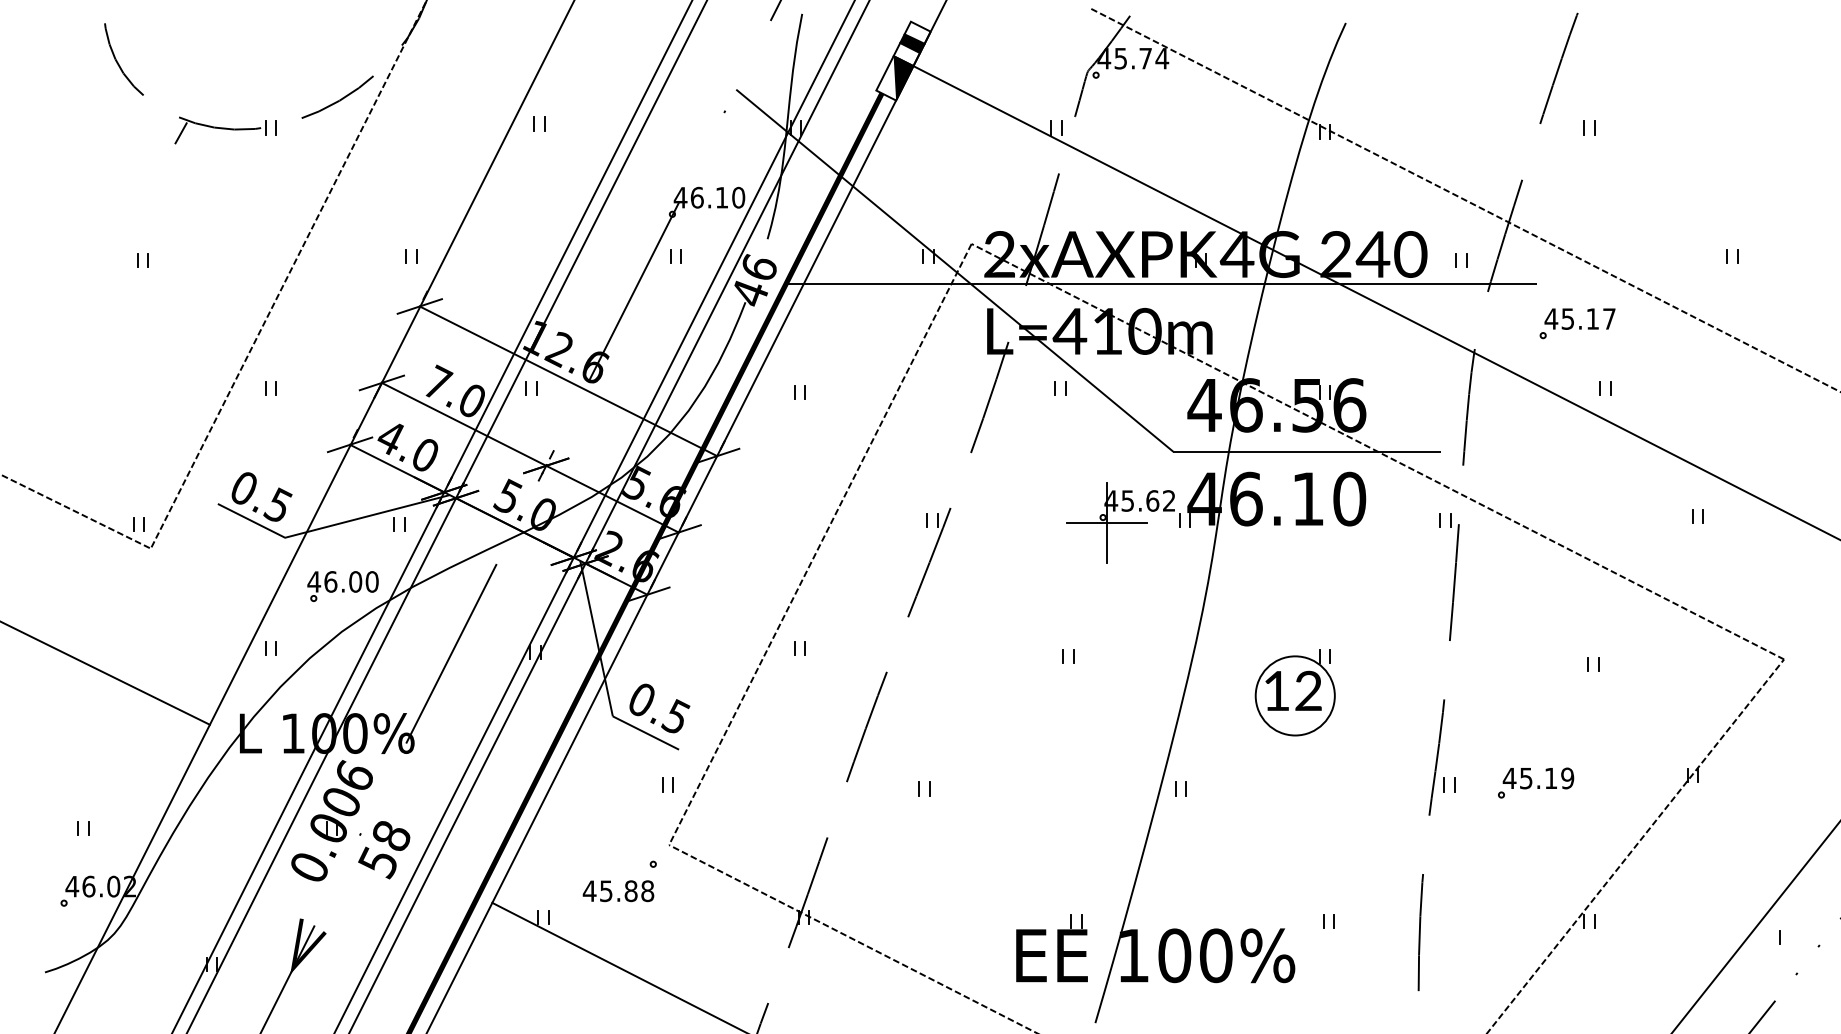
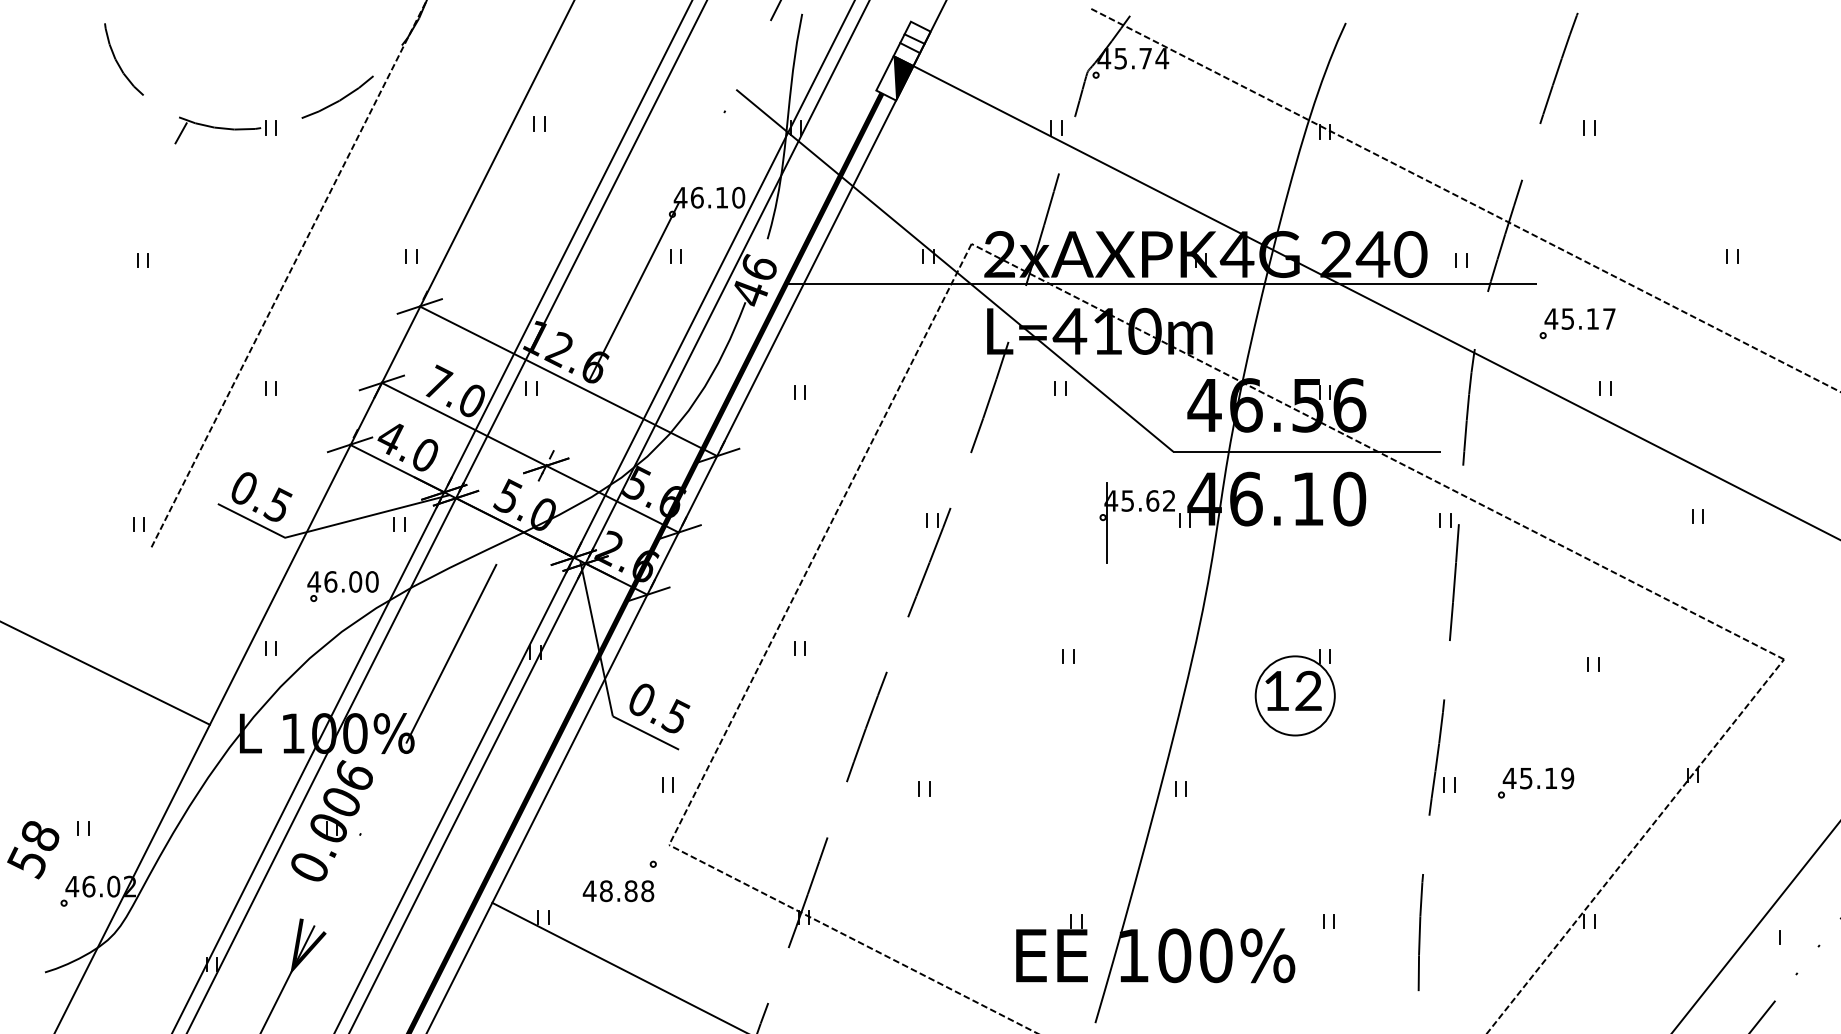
fill at (912, 43): present -> none
line at (76, 511): present -> none
line at (1106, 522): present -> none
text at (384, 850) position: (384, 850) -> (33, 850)
text at (605, 891): 45.88 -> 48.88
